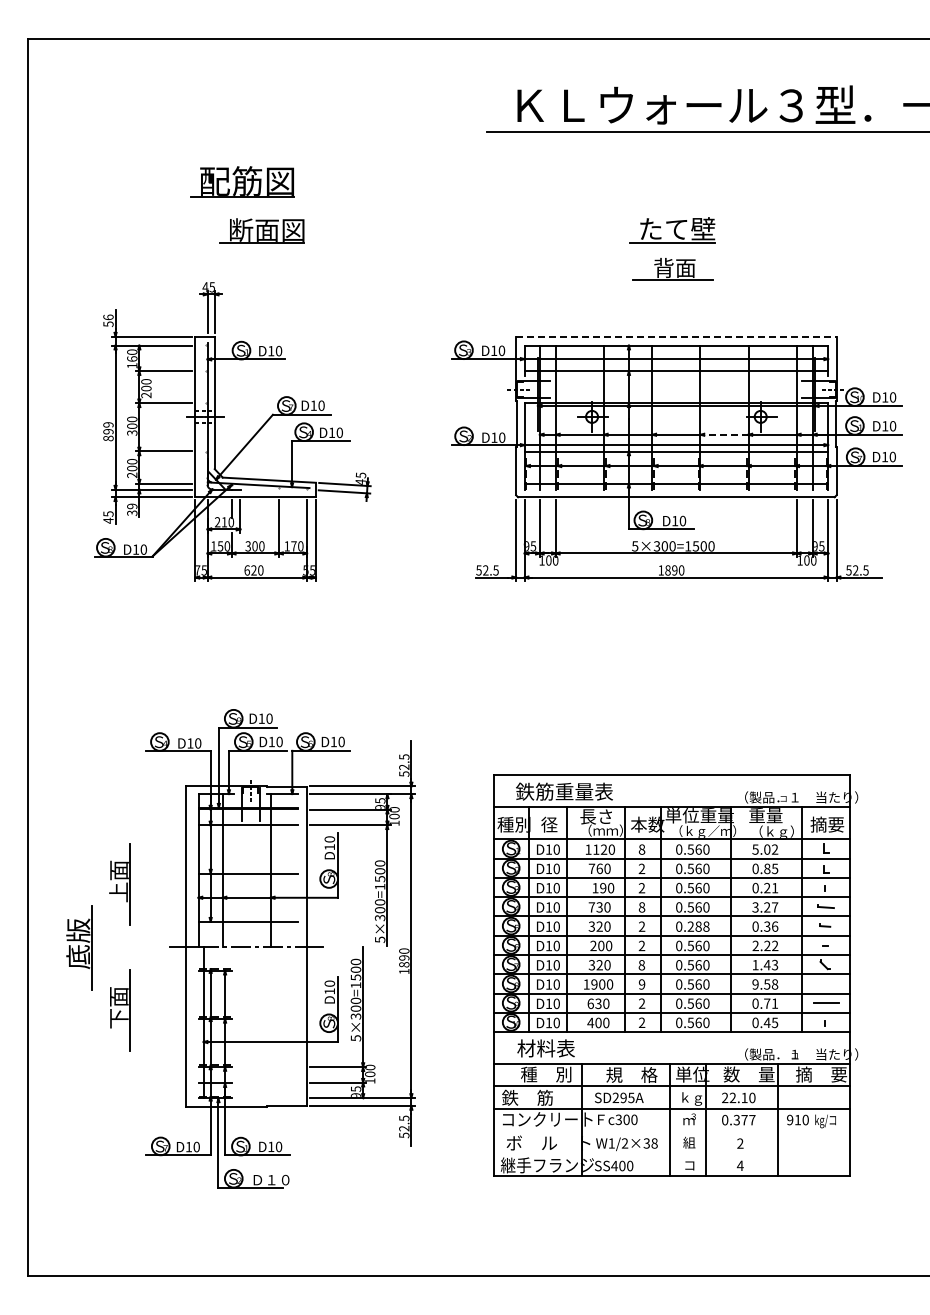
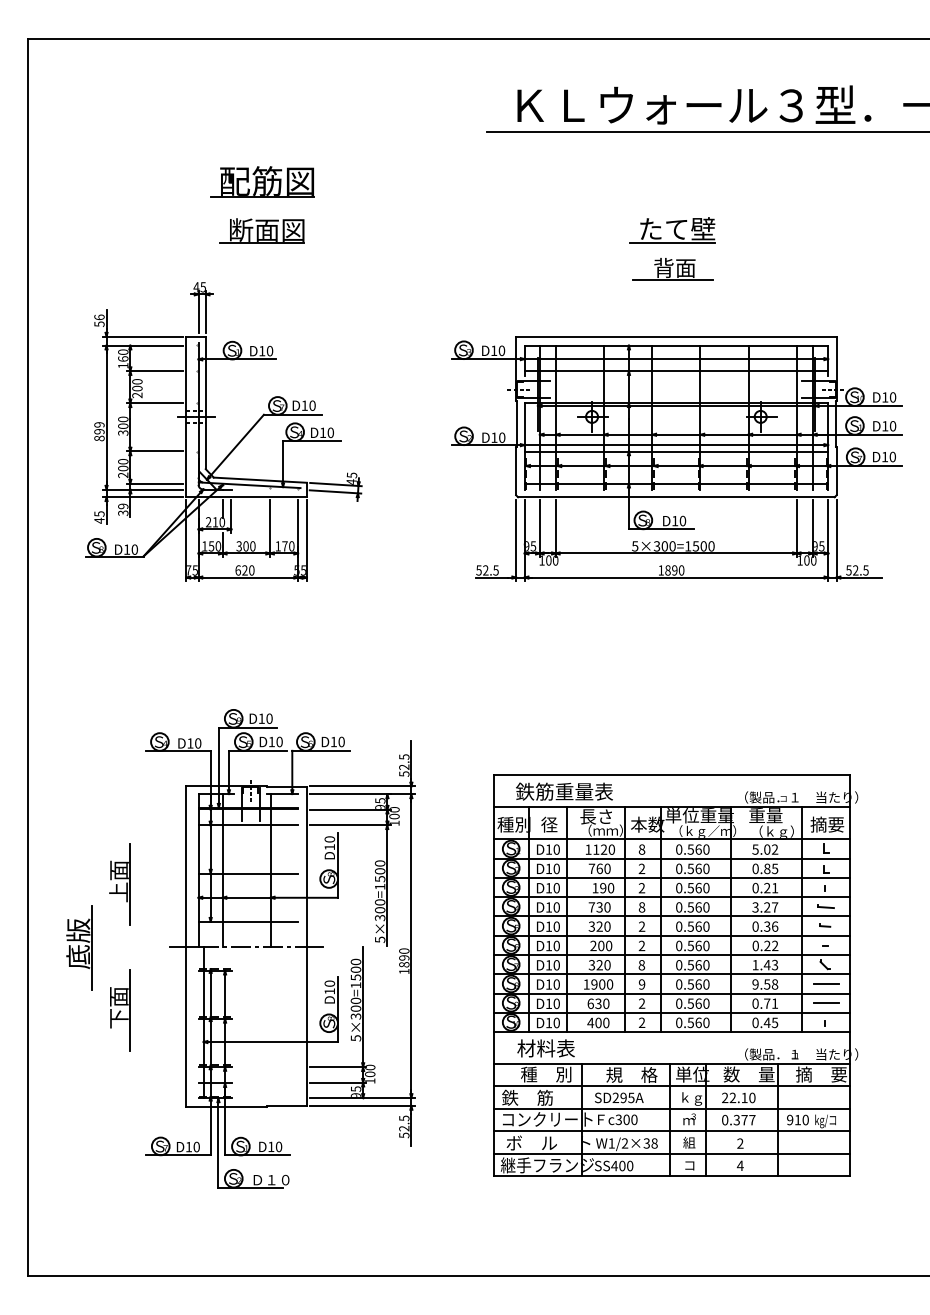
part at (242, 181) position: (242, 181) -> (262, 181)
line at (676, 336): dashed -> solid
part at (224, 417) position: (224, 417) -> (215, 417)
line at (724, 434): dashed -> solid
text at (698, 926): 0.288 -> 0.560
text at (755, 945): 2.22 -> 0.22
line at (826, 983): none -> present
line at (671, 1131): none -> present
line at (671, 1153): none -> present
